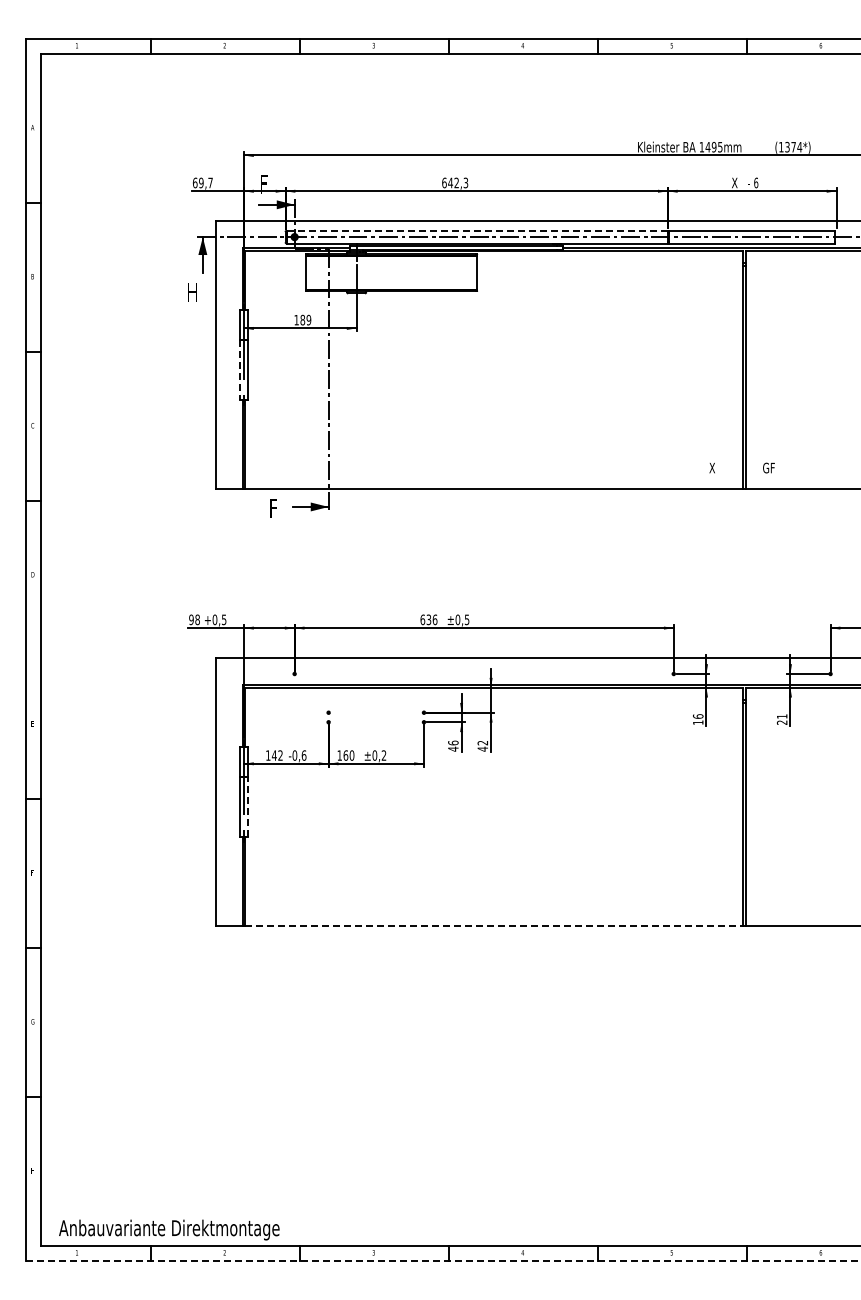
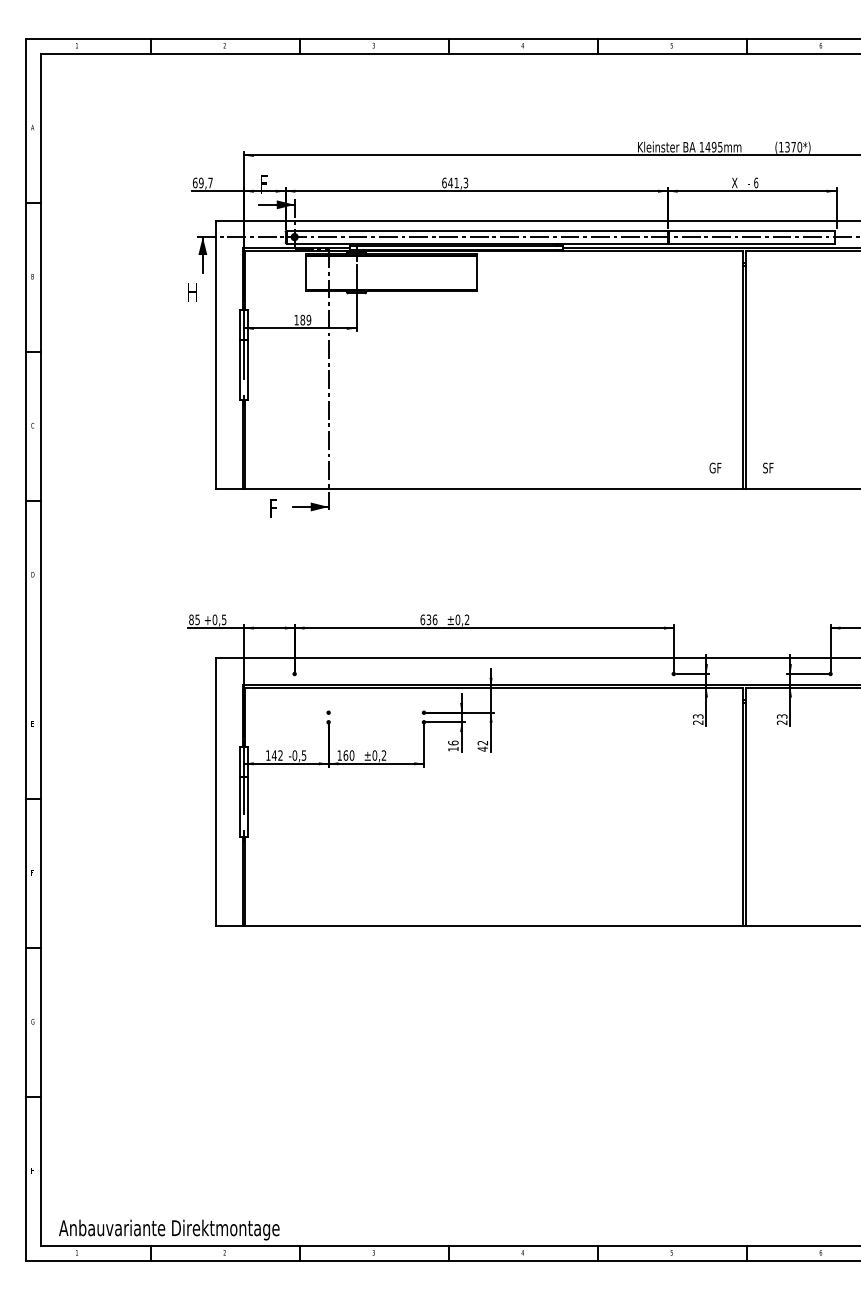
text at (799, 146): (1374*) -> (1370*)
text at (456, 182): 642,3 -> 641,3
line at (477, 230): dashed -> solid
line at (239, 370): dashed -> solid
text at (715, 467): X -> GF
text at (768, 467): GF -> SF
text at (194, 619): 98 -> 85
text at (466, 619): ±0,5 -> ±0,2
text at (781, 716): 21 -> 23
text at (698, 719): 16 -> 23
text at (453, 748): 46 -> 16
text at (303, 755): -0,6 -> -0,5
line at (248, 806): dashed -> solid
line at (494, 926): dashed -> solid
line at (443, 1261): dashed -> solid
